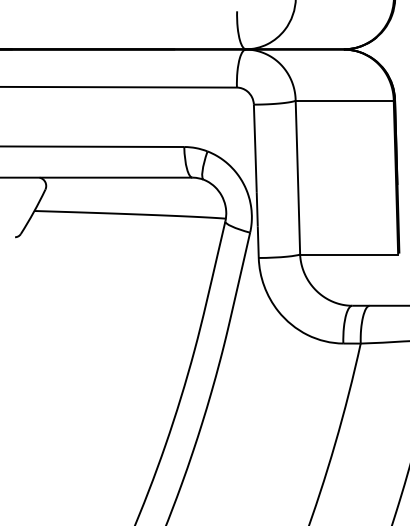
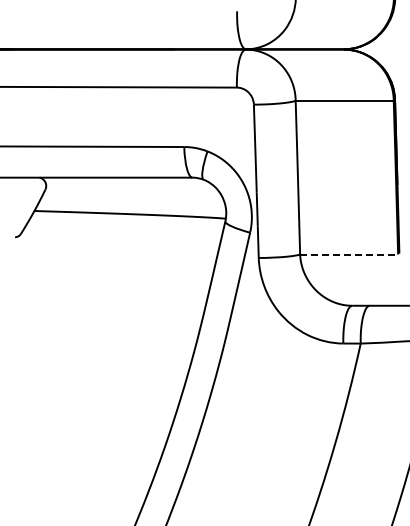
line at (349, 254): solid -> dashed
